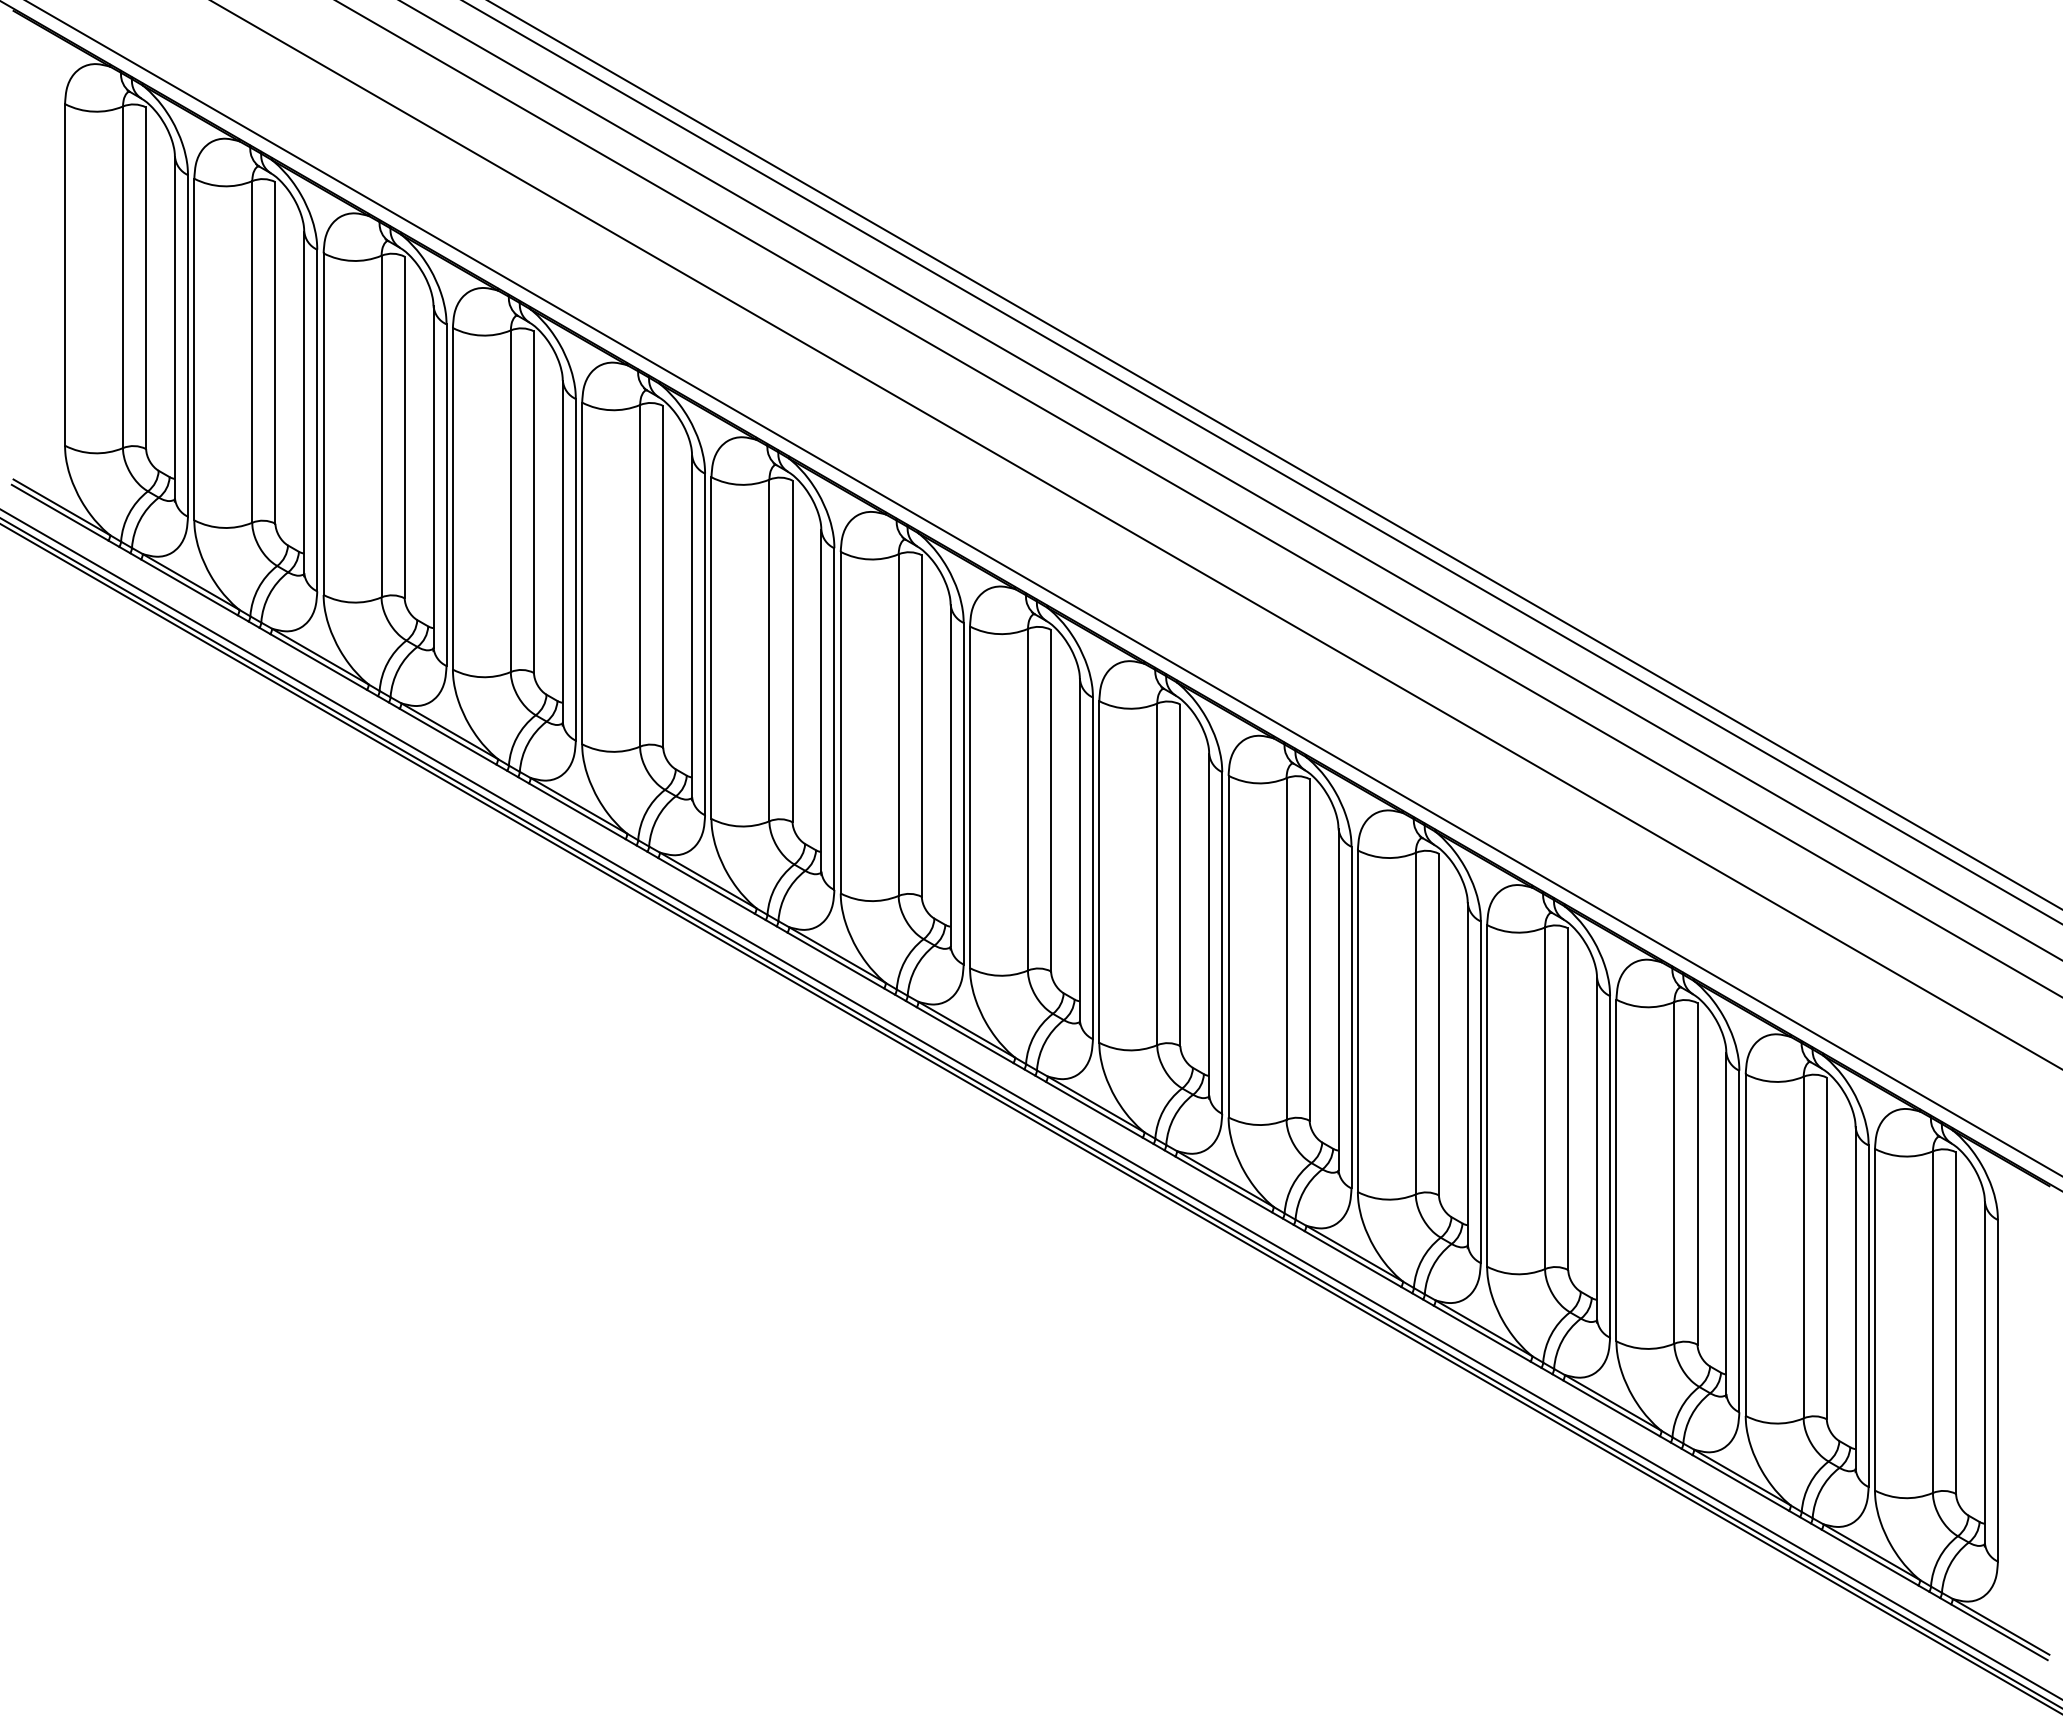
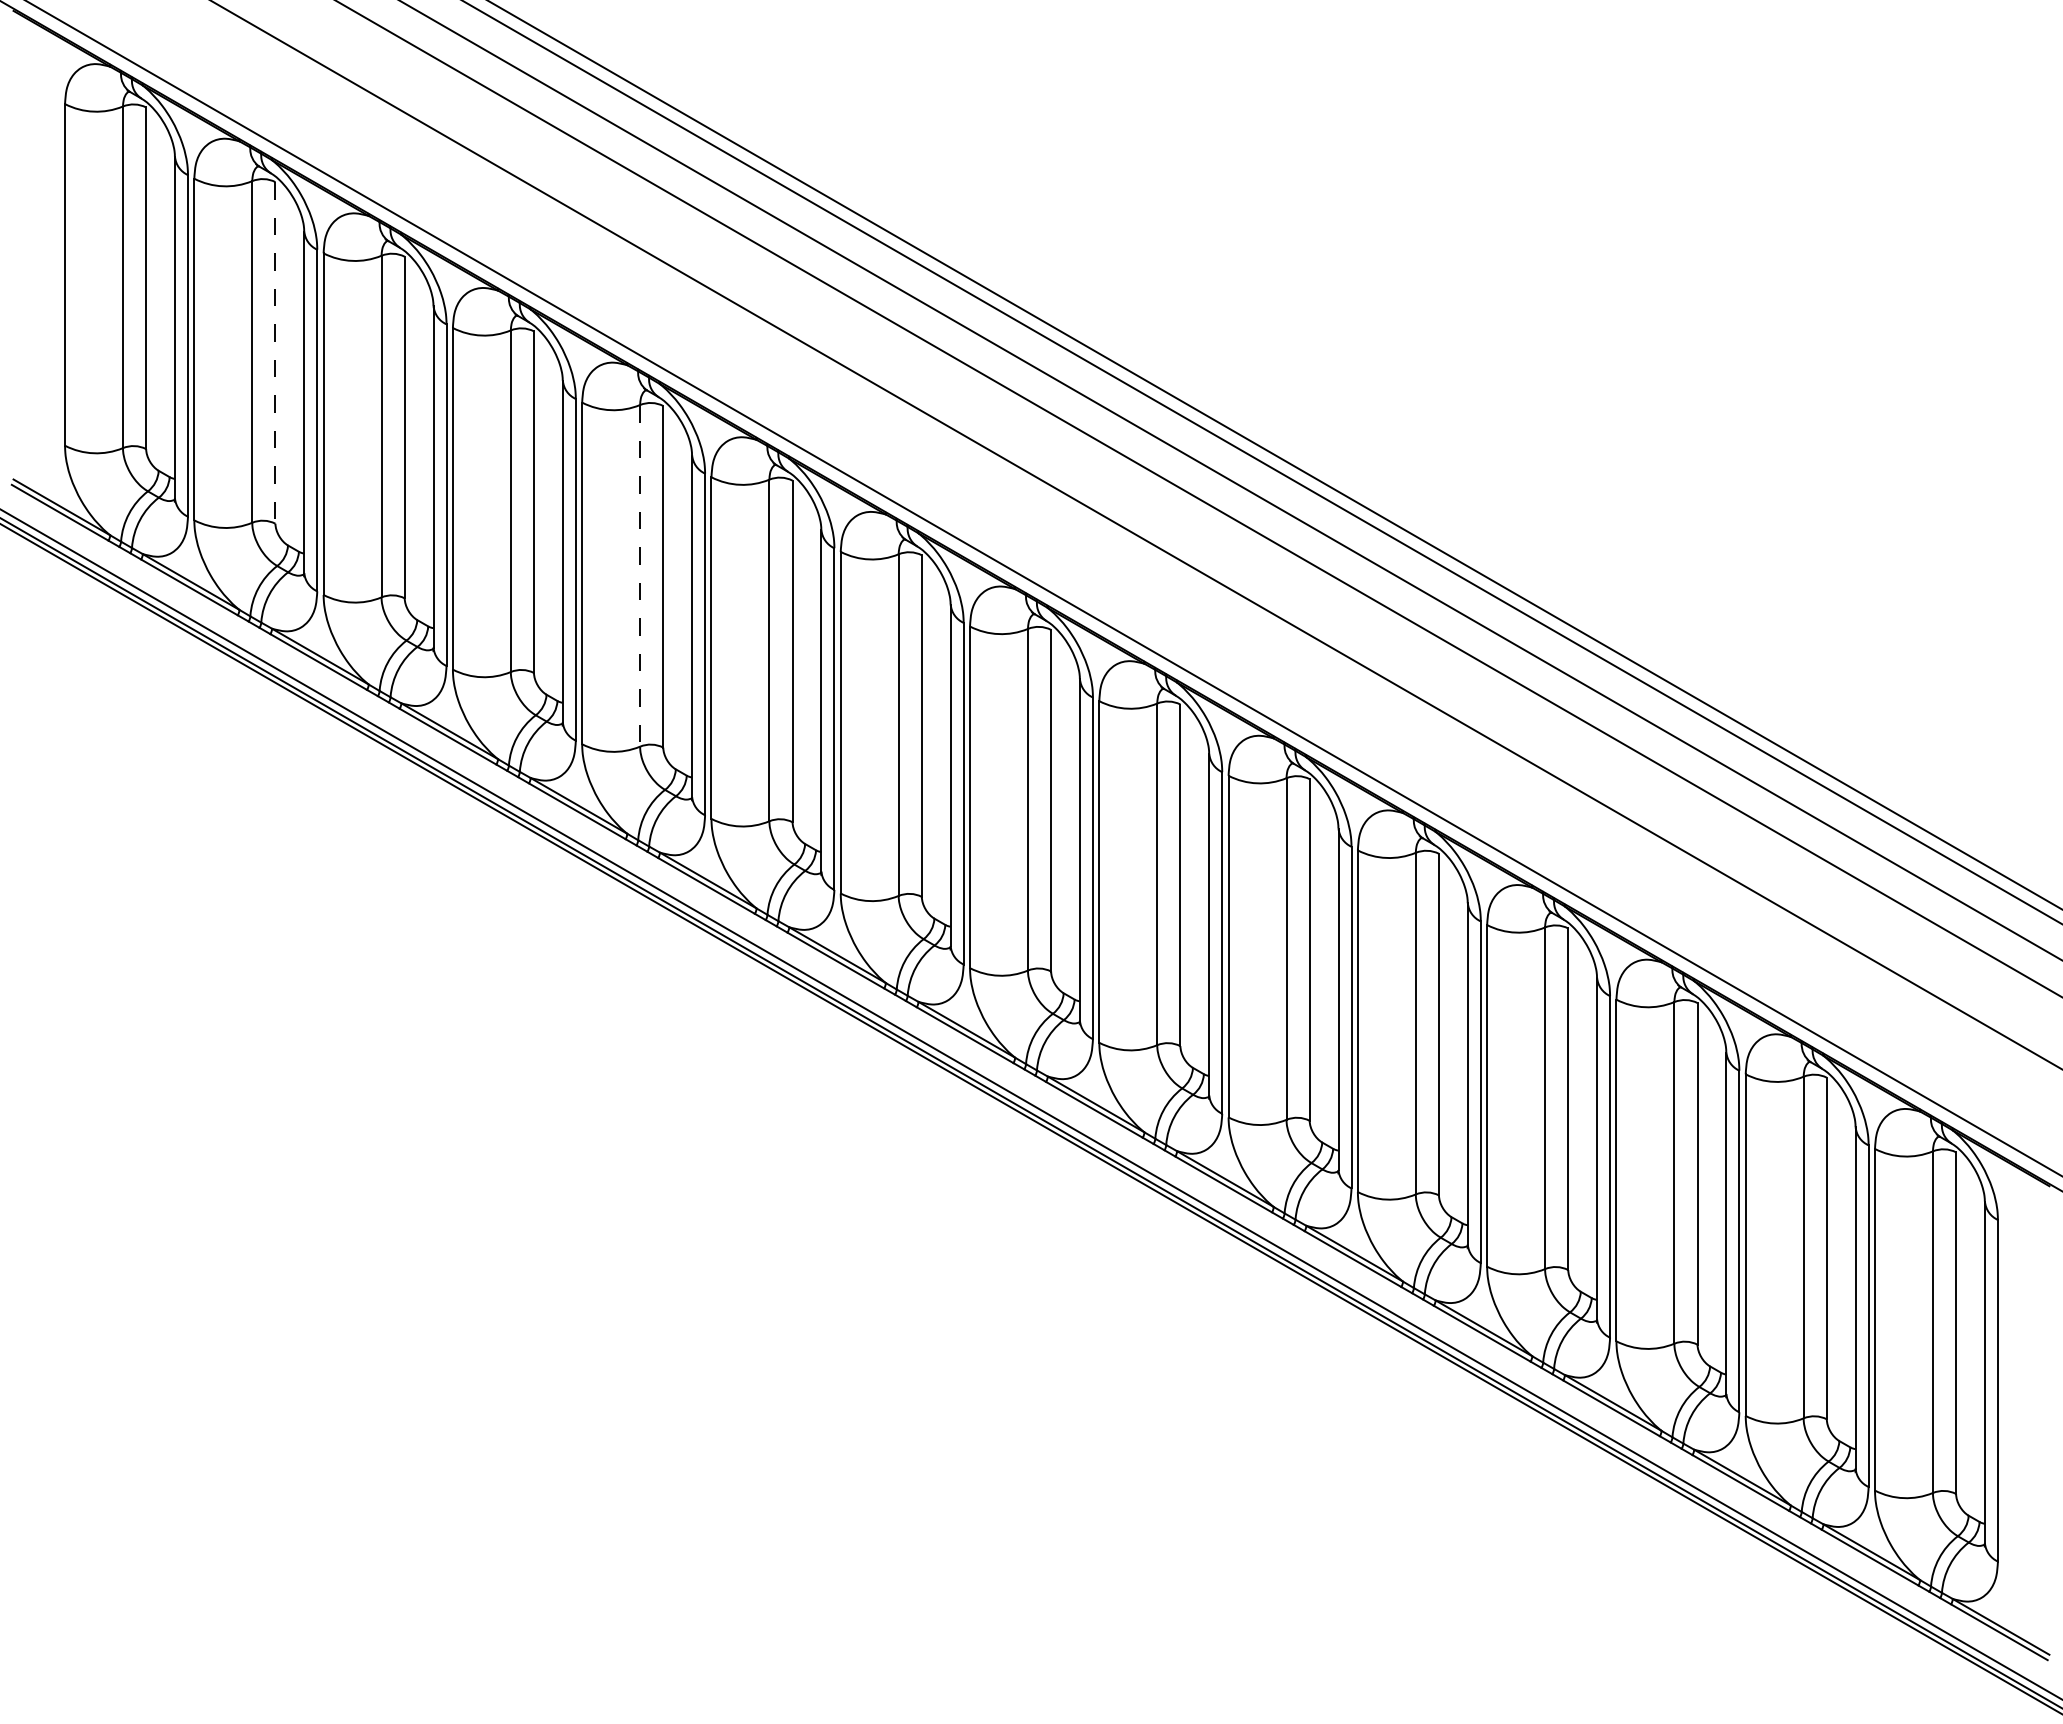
line at (275, 352): solid -> dashed
line at (640, 575): solid -> dashed
